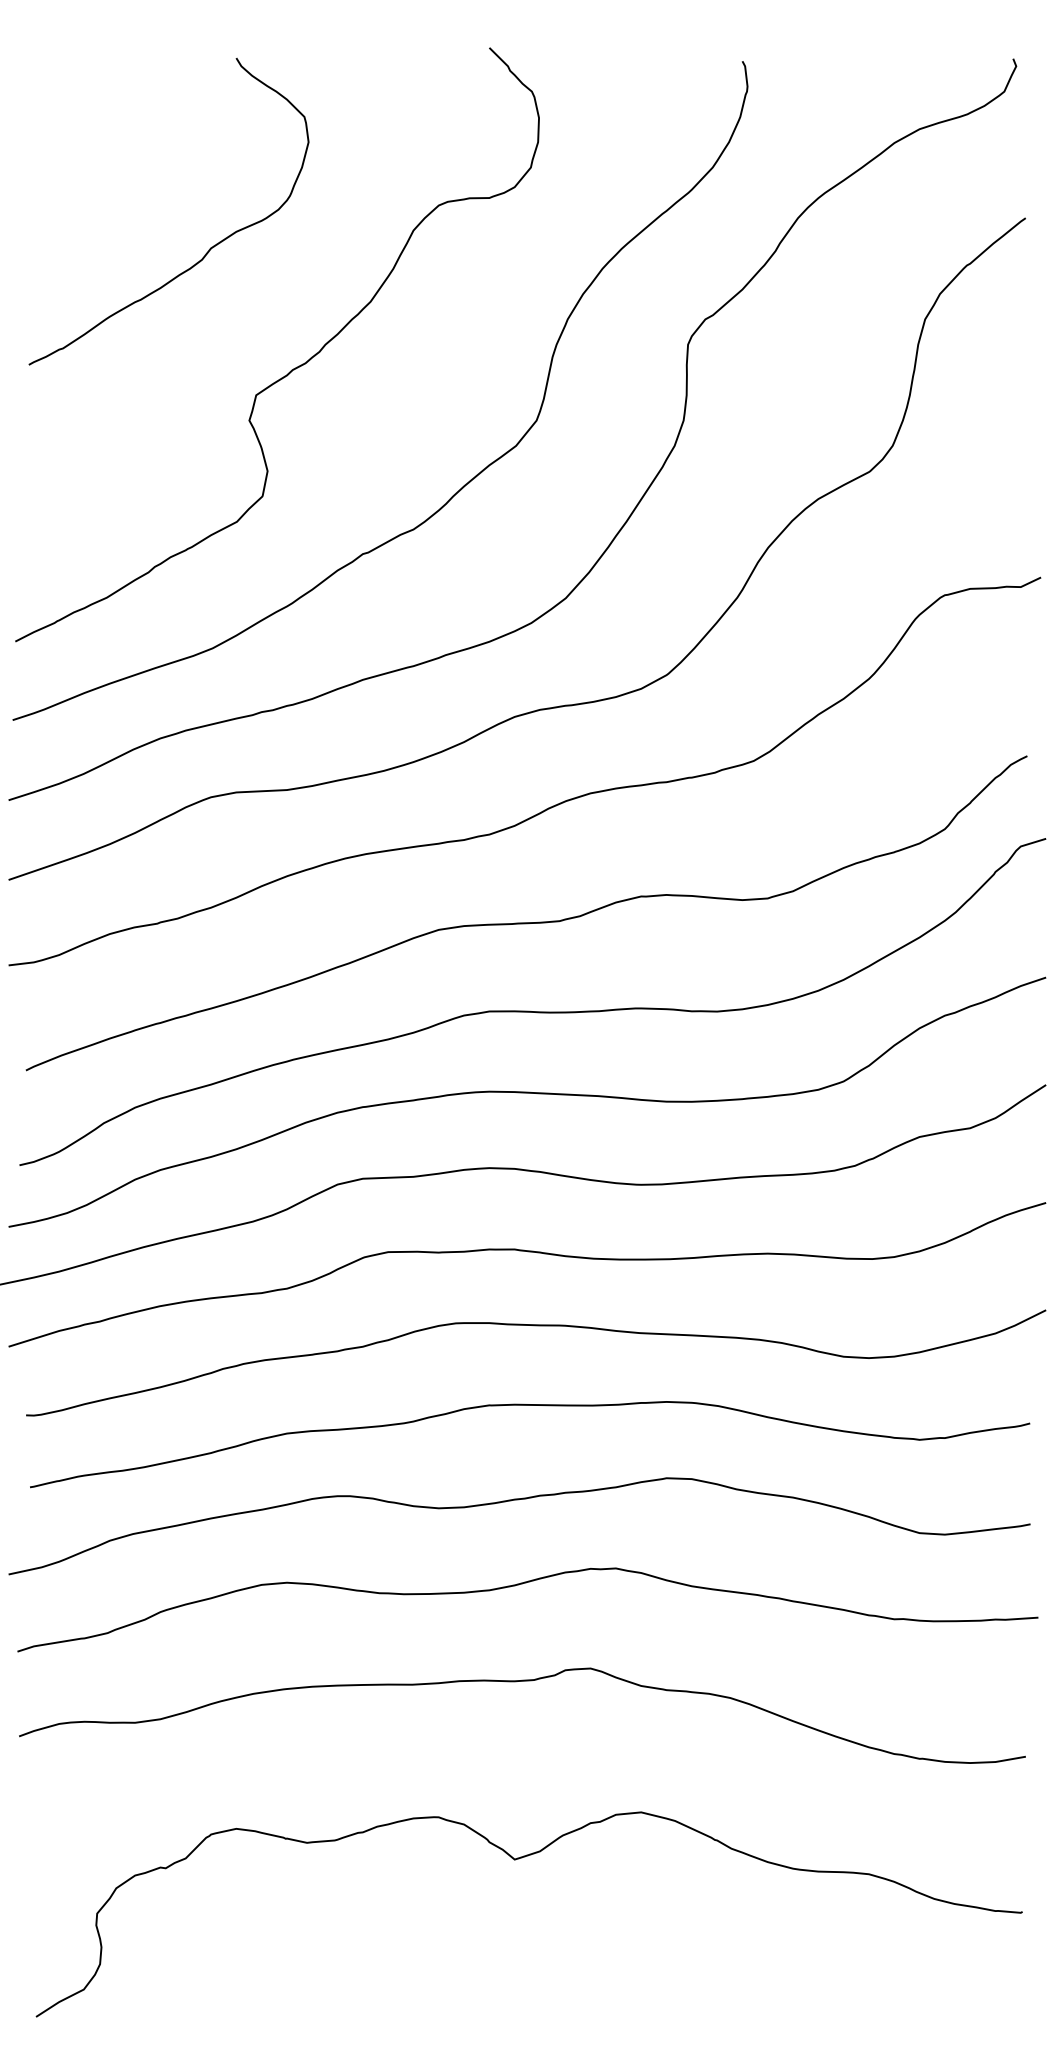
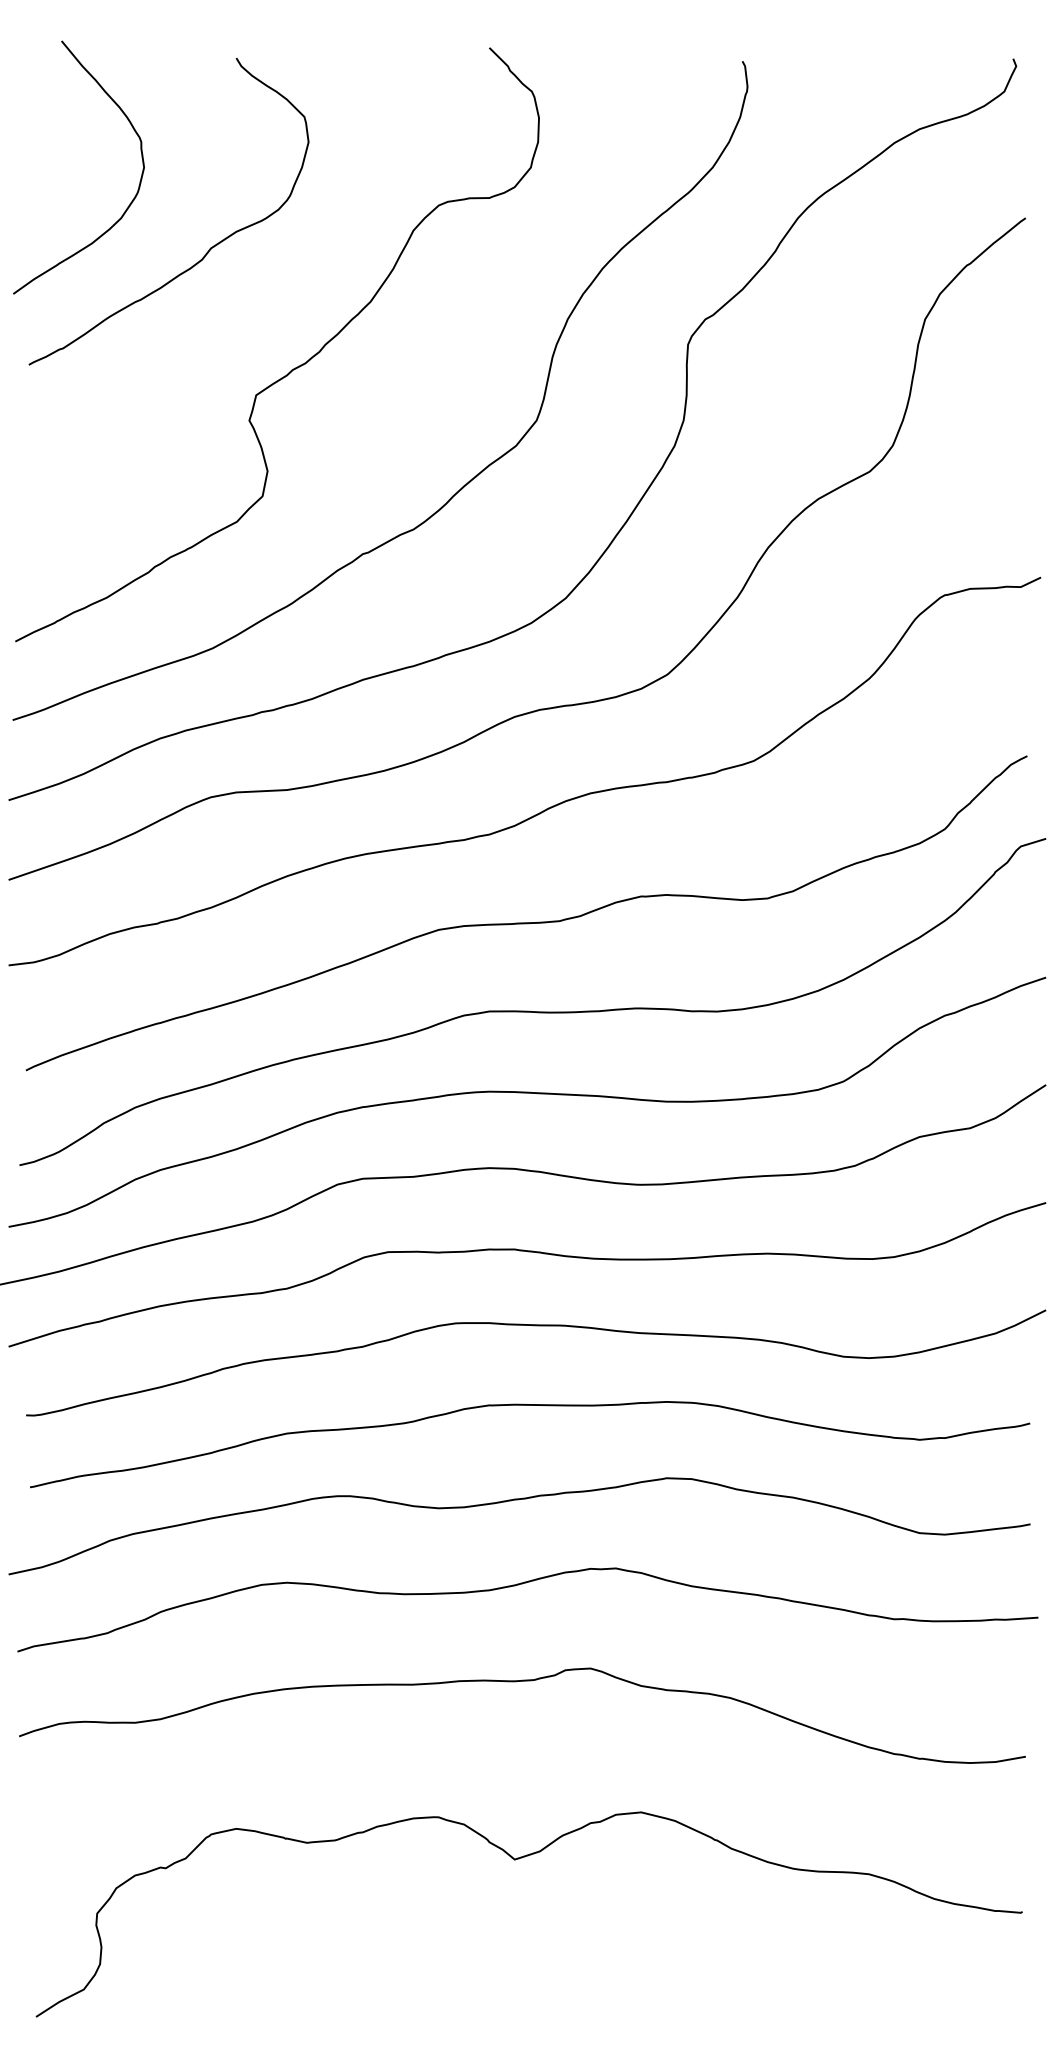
curve at (139, 181): none -> present
